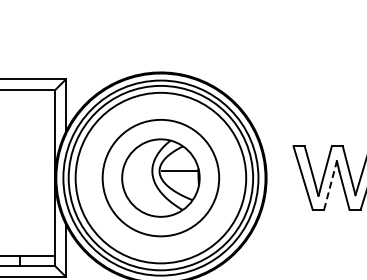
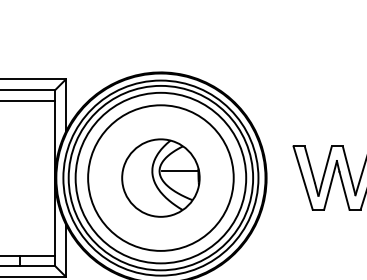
line at (28, 100): none -> present
circle at (160, 177) diameter: 116 px -> 146 px
line at (330, 184): dashed -> solid
